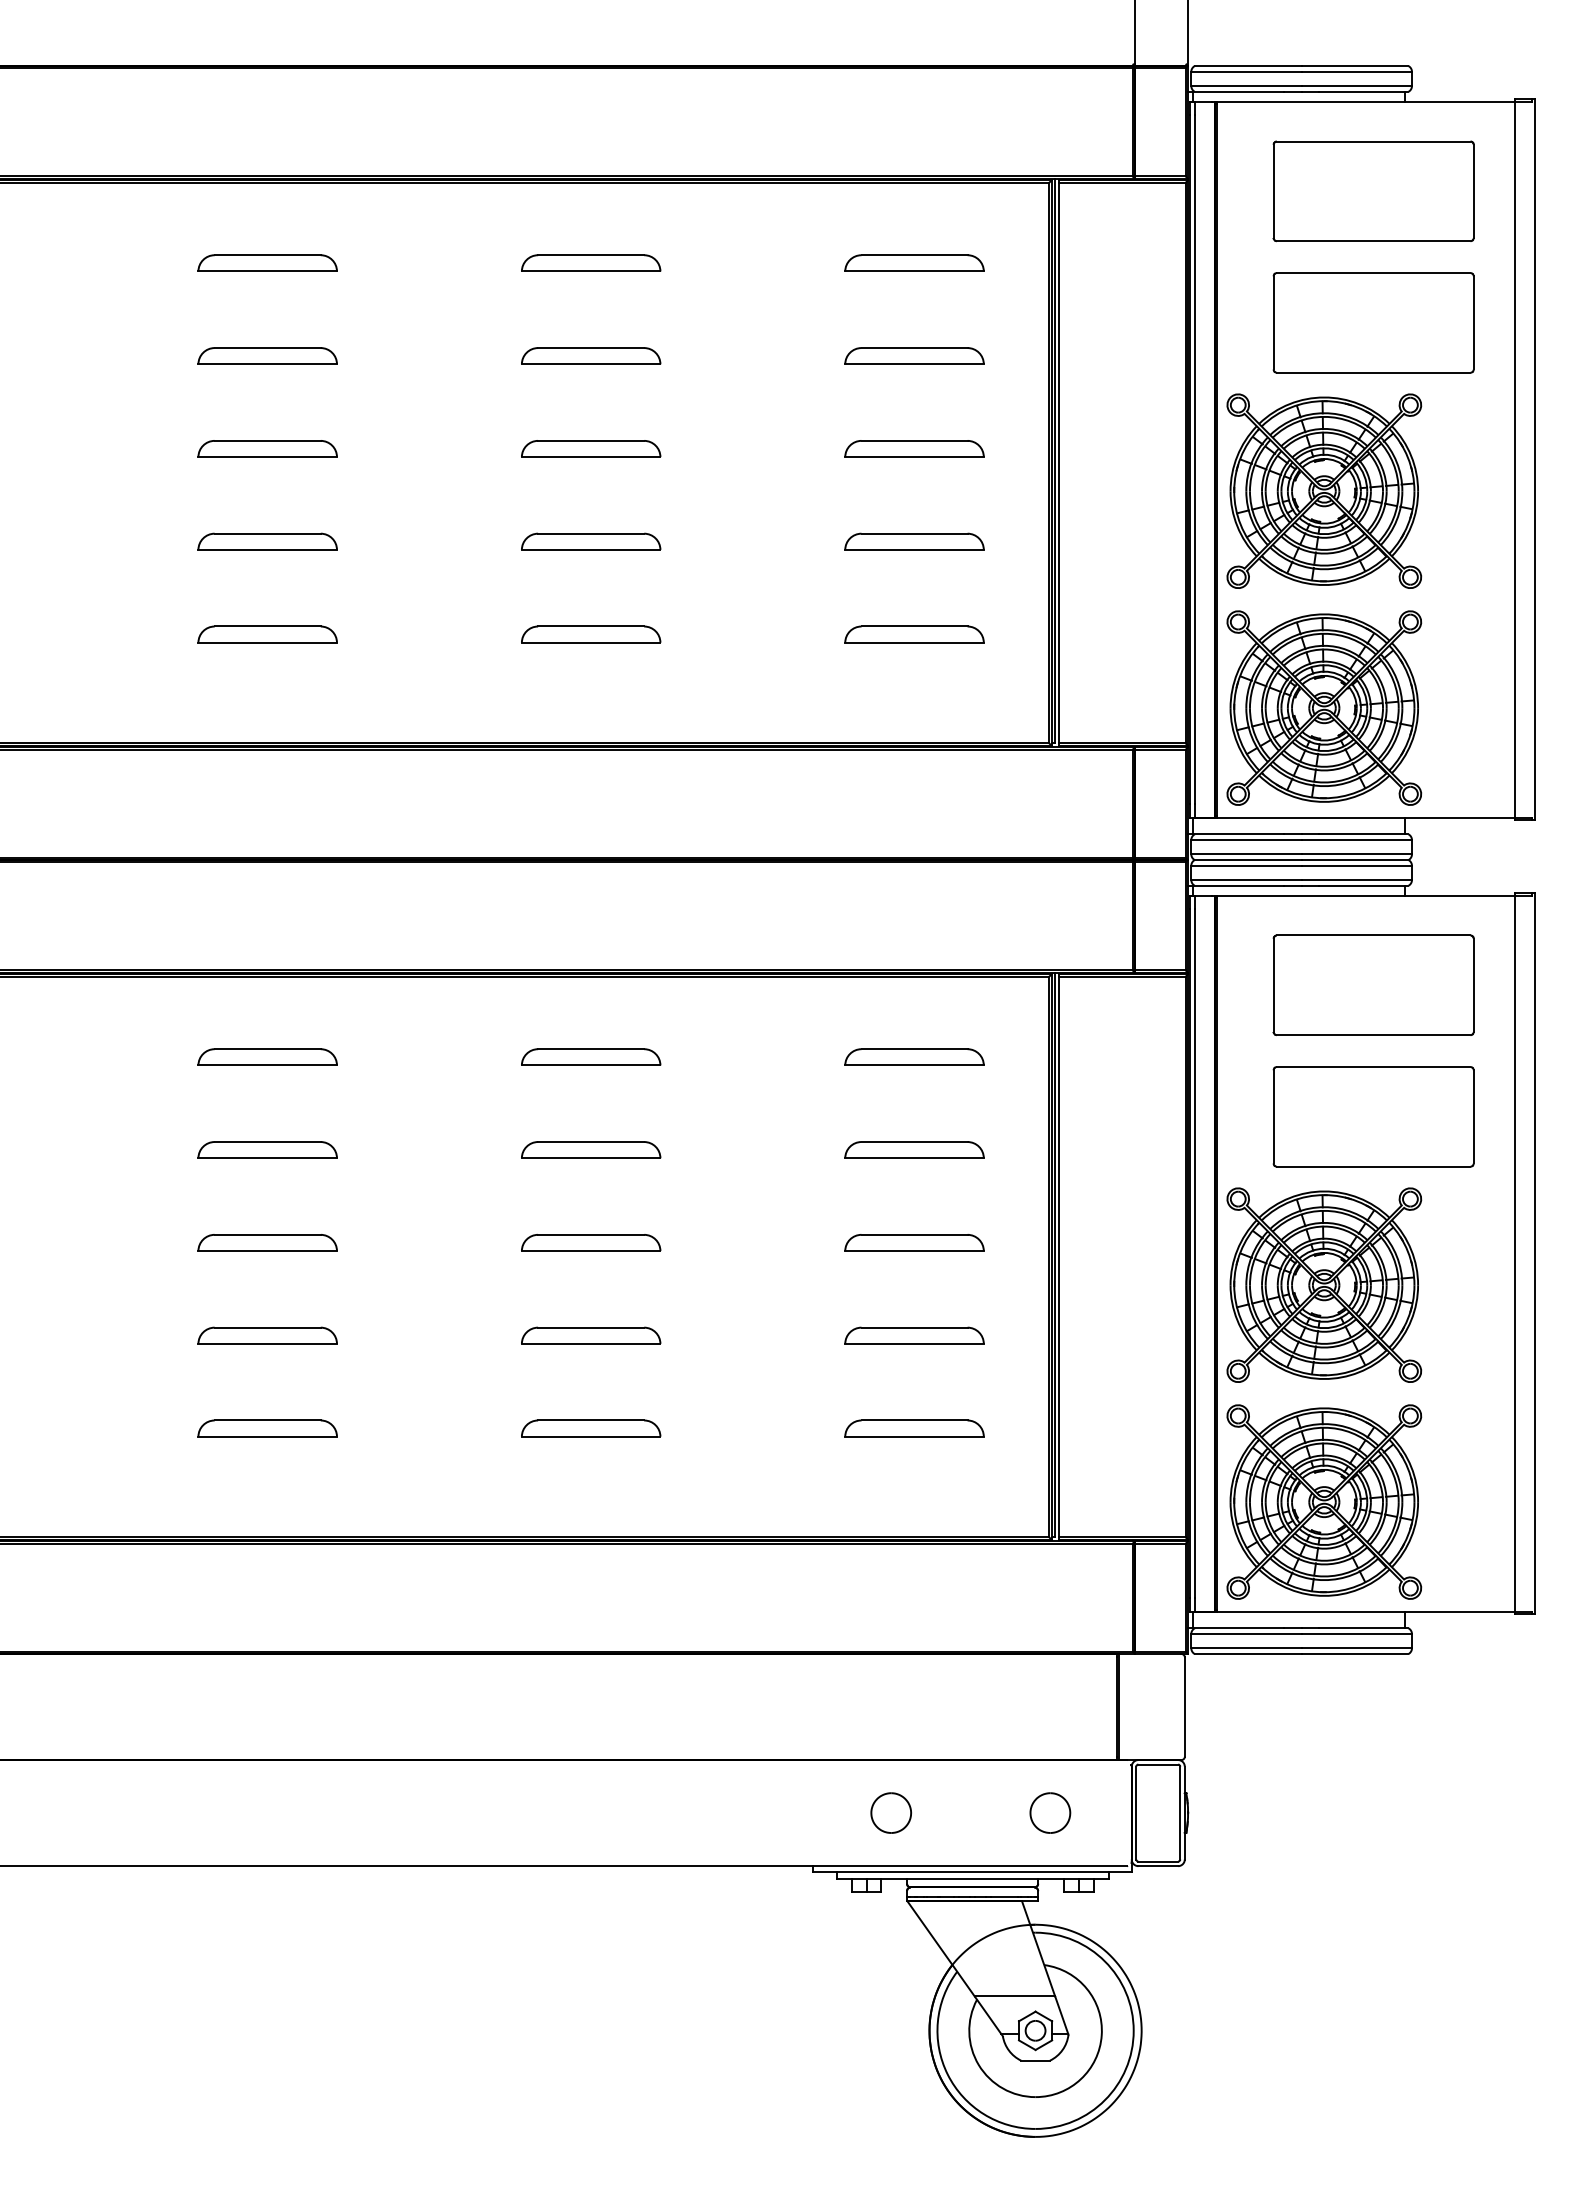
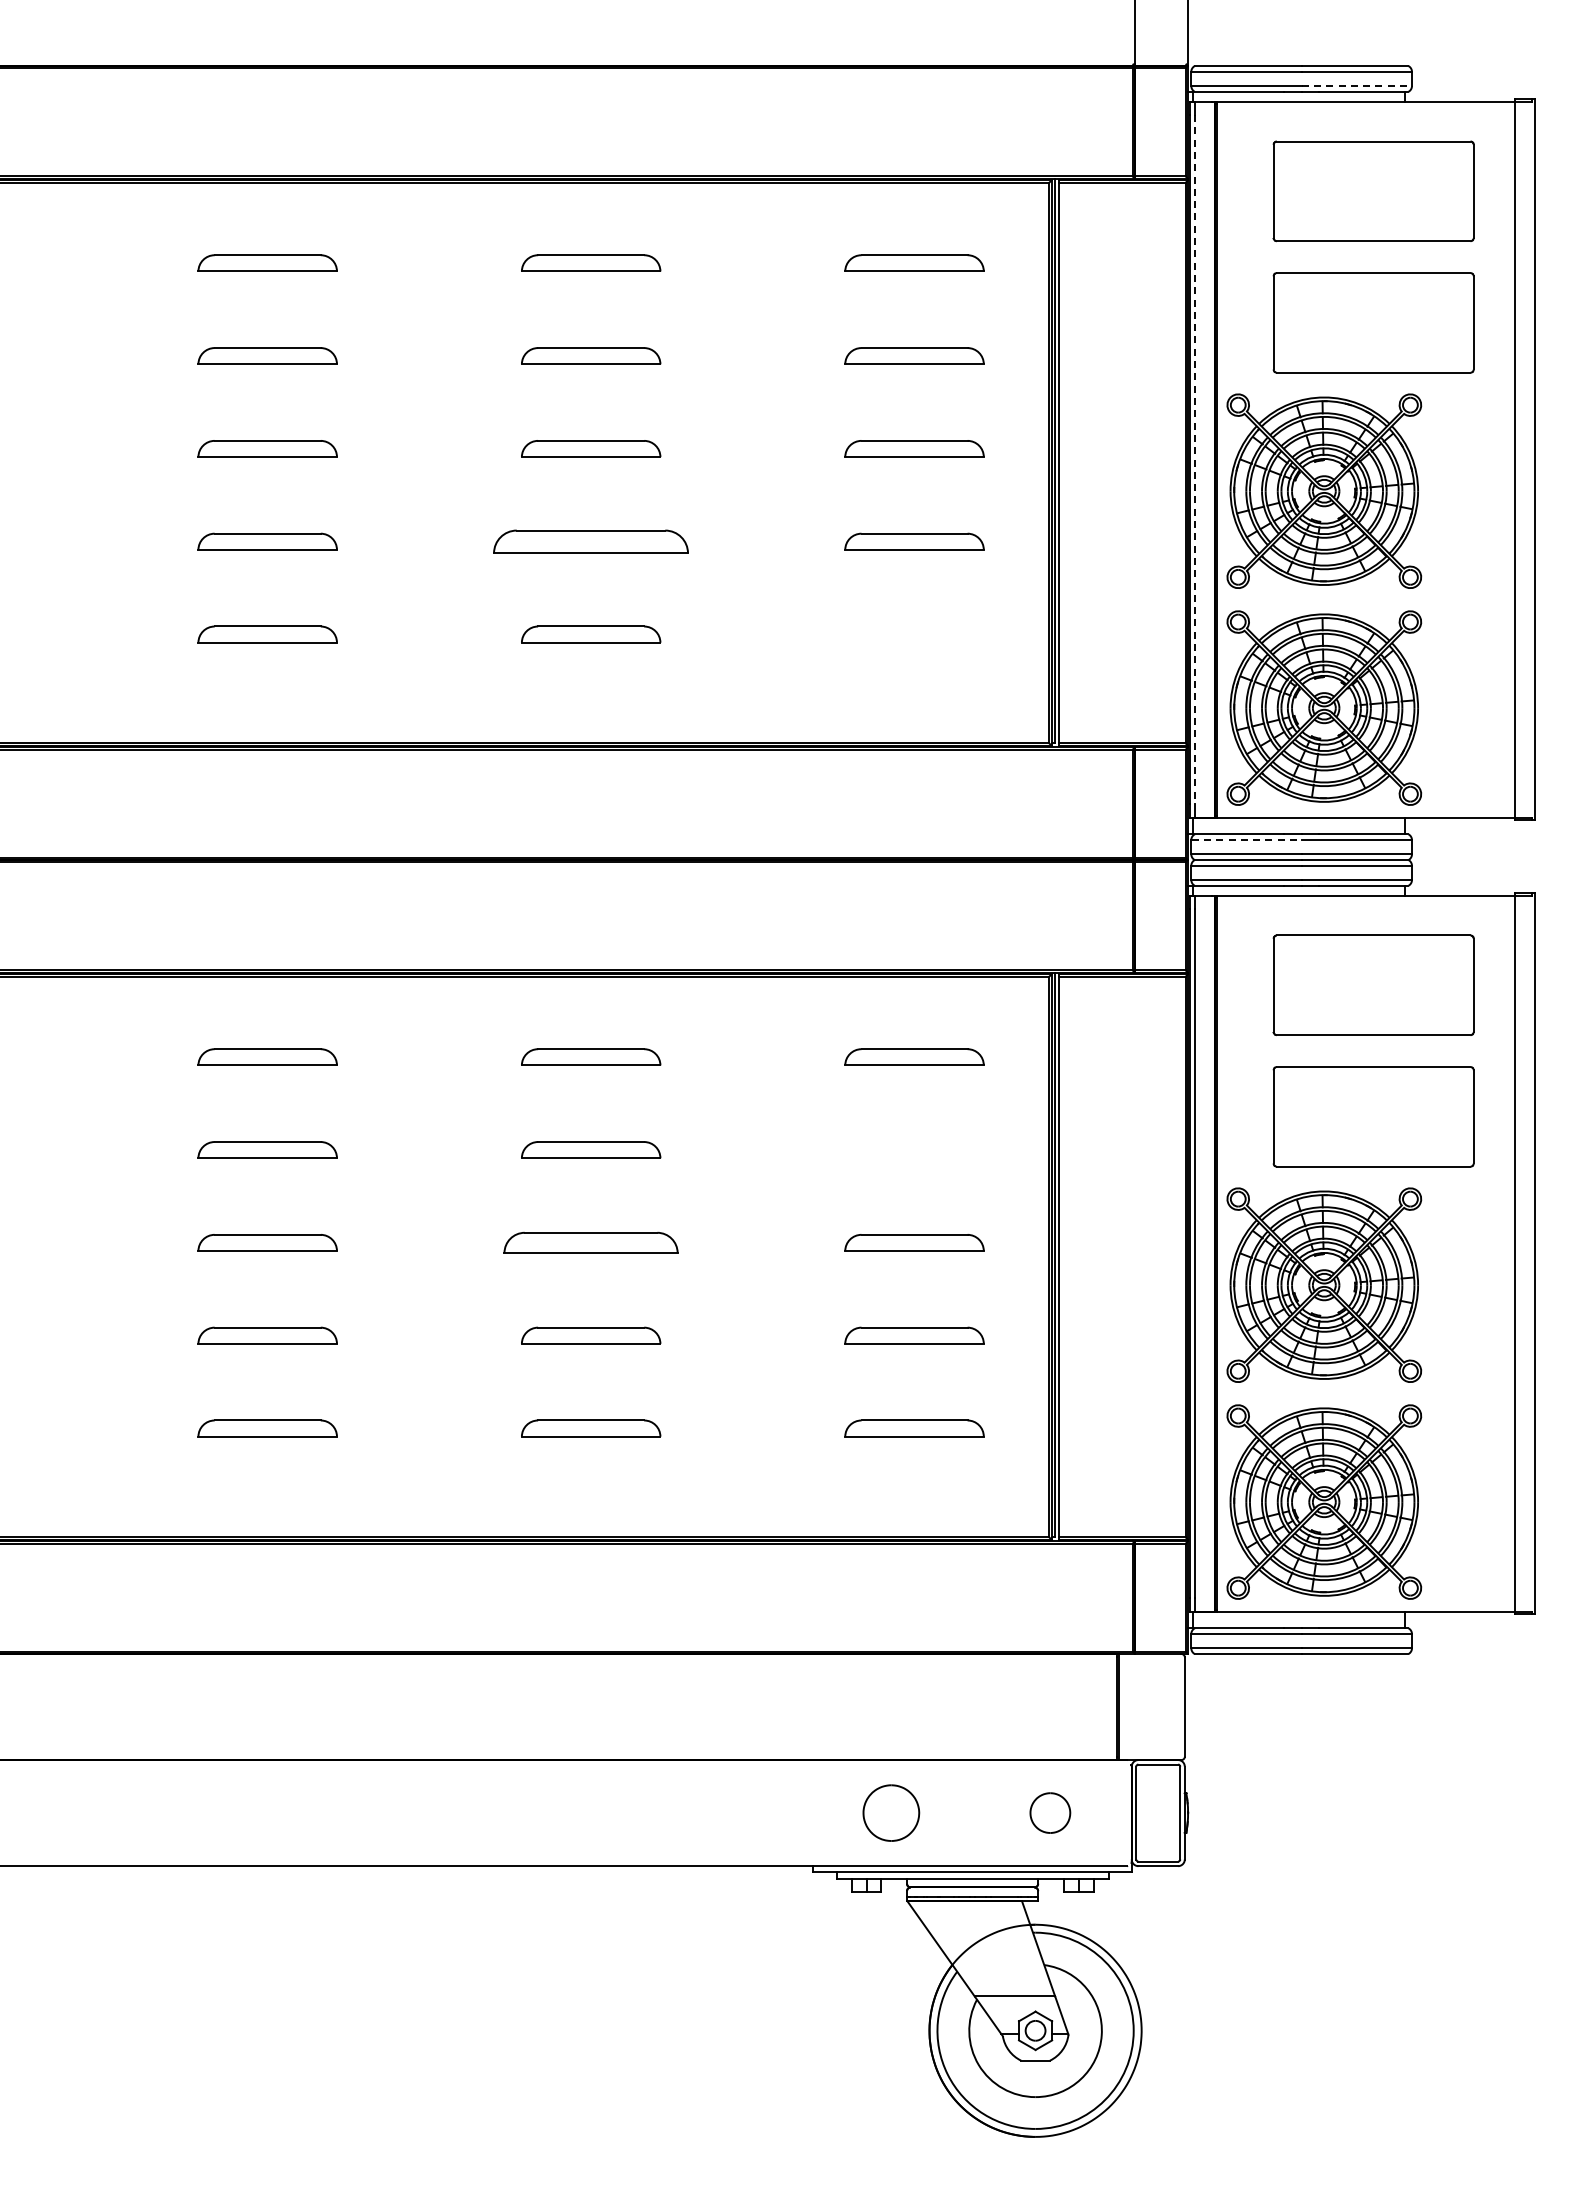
line at (1357, 86): solid -> dashed
line at (1195, 459): solid -> dashed
part at (591, 541) size: 141x19 px -> 196x25 px
part at (914, 634): present -> none
line at (1247, 840): solid -> dashed
part at (914, 1149): present -> none
part at (591, 1242) size: 141x18 px -> 176x22 px
part at (890, 1812) size: 42x42 px -> 59x58 px
